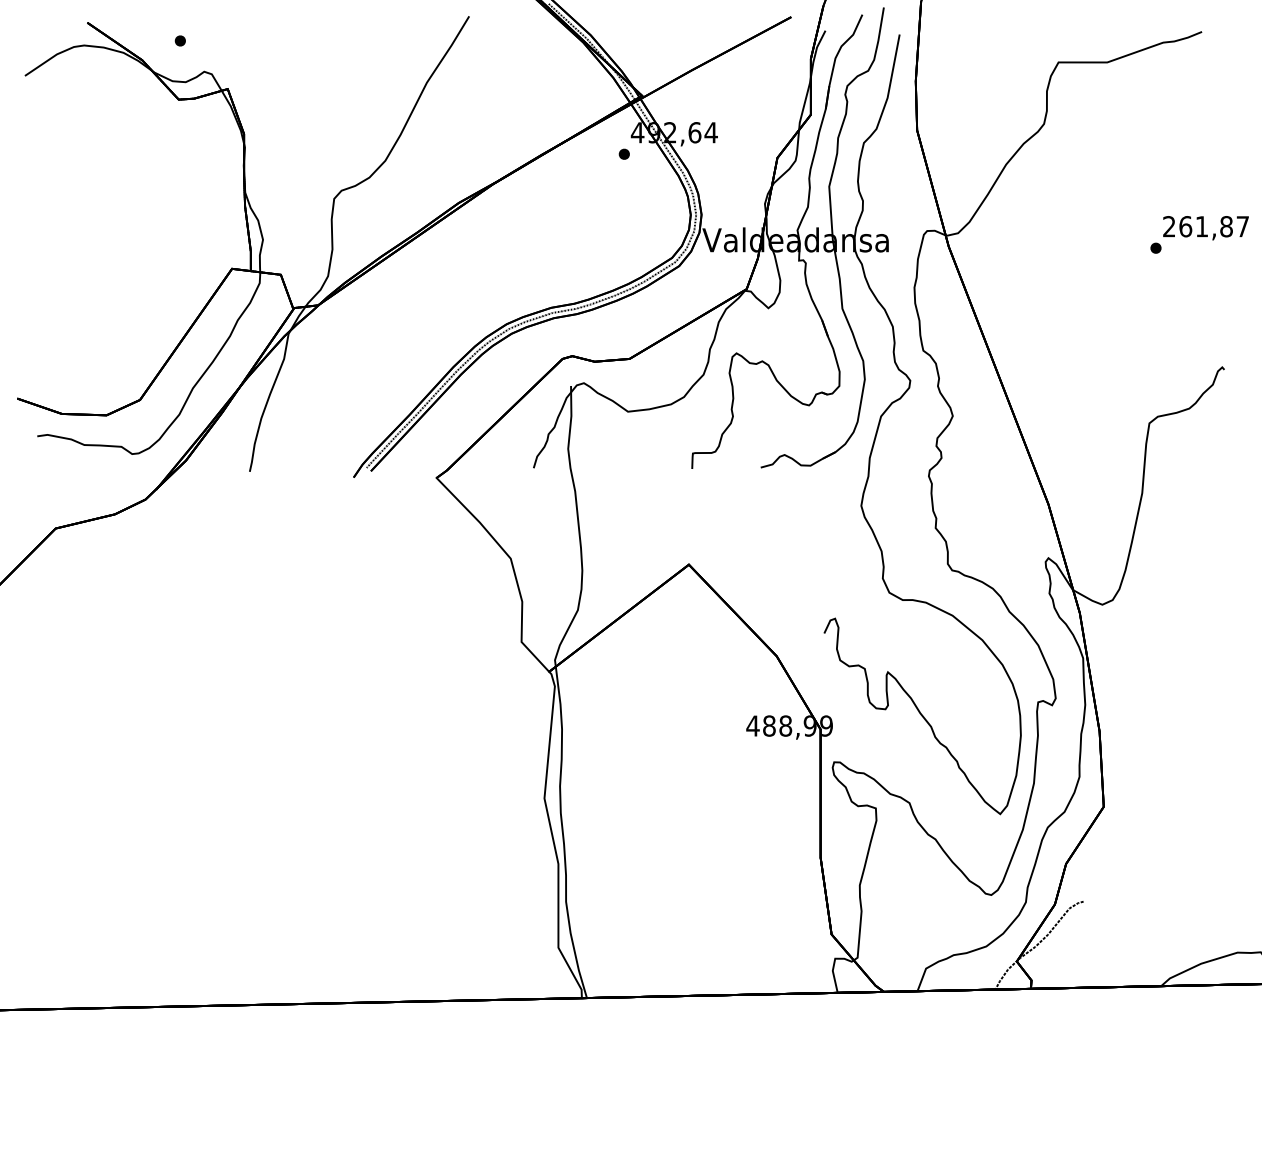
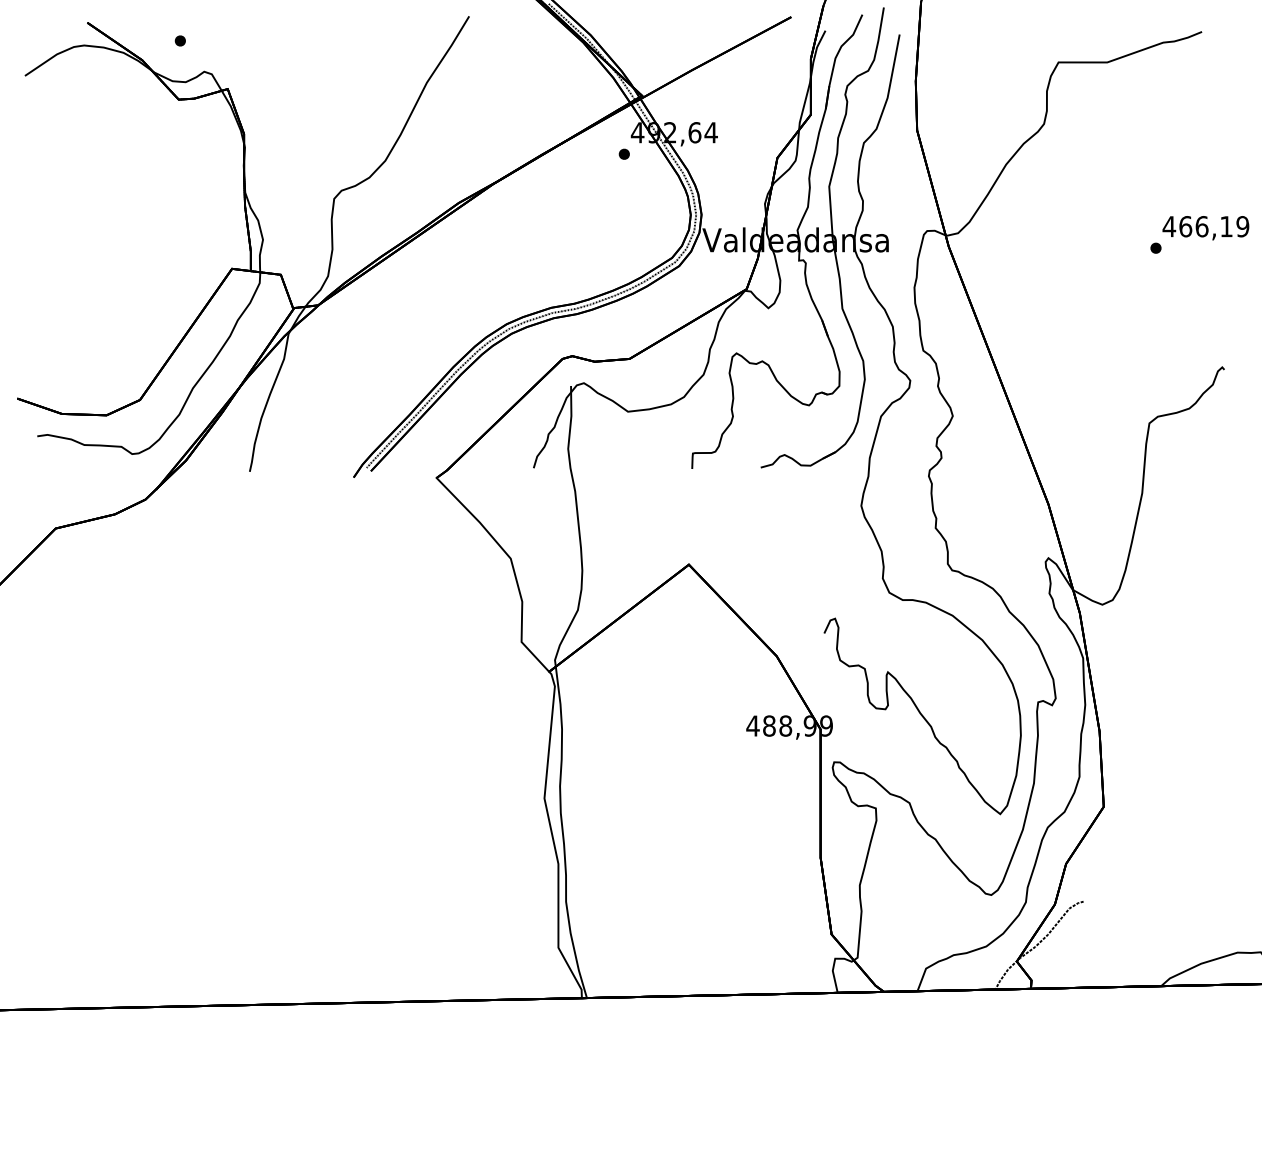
text at (1205, 226): 261,87 -> 466,19
